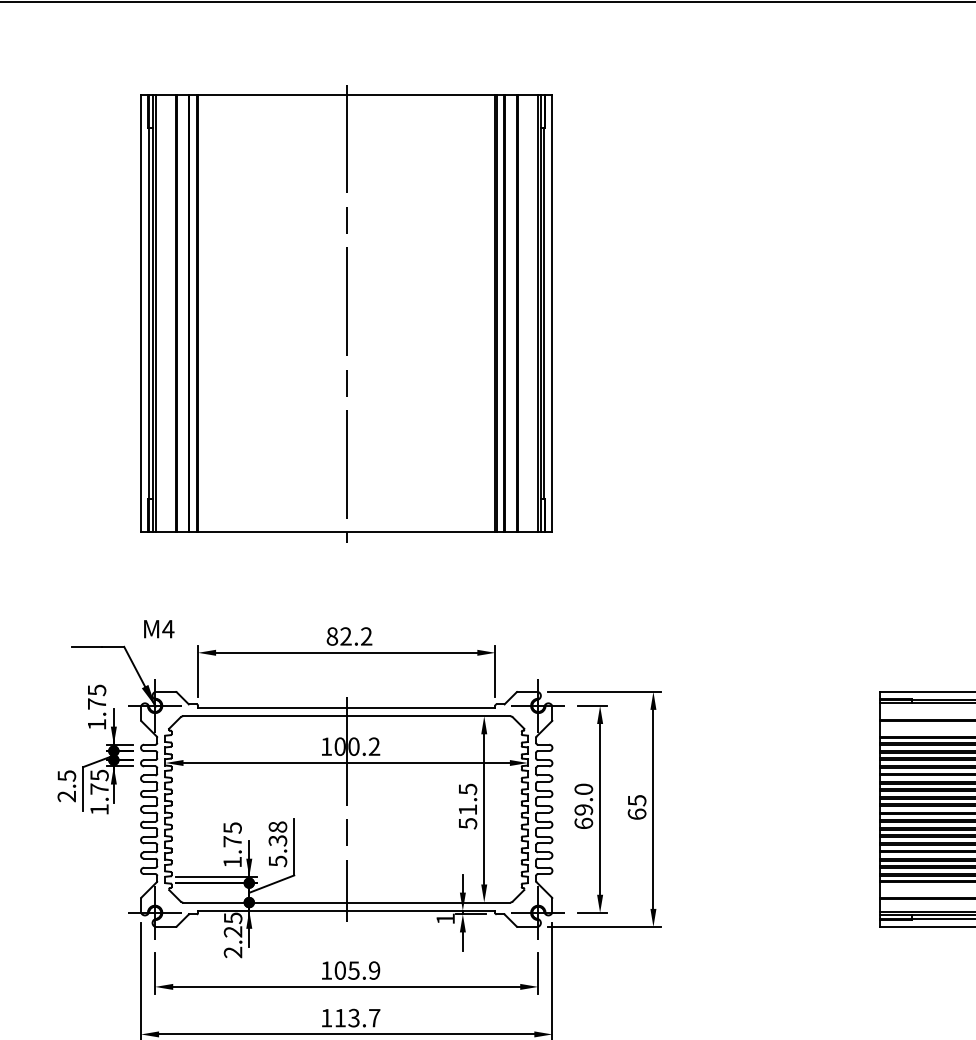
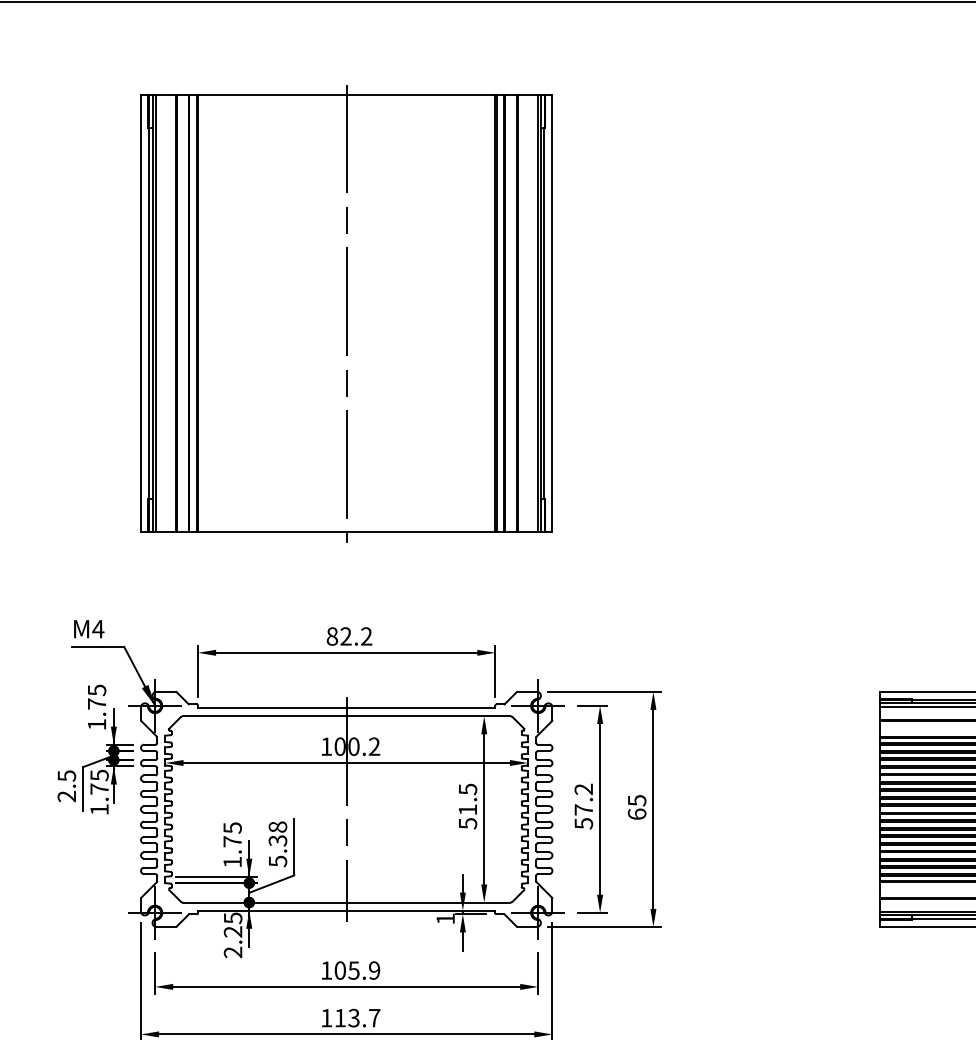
text at (159, 629) position: (159, 629) -> (89, 629)
line at (925, 706): none -> present
text at (583, 806): 69.0 -> 57.2
